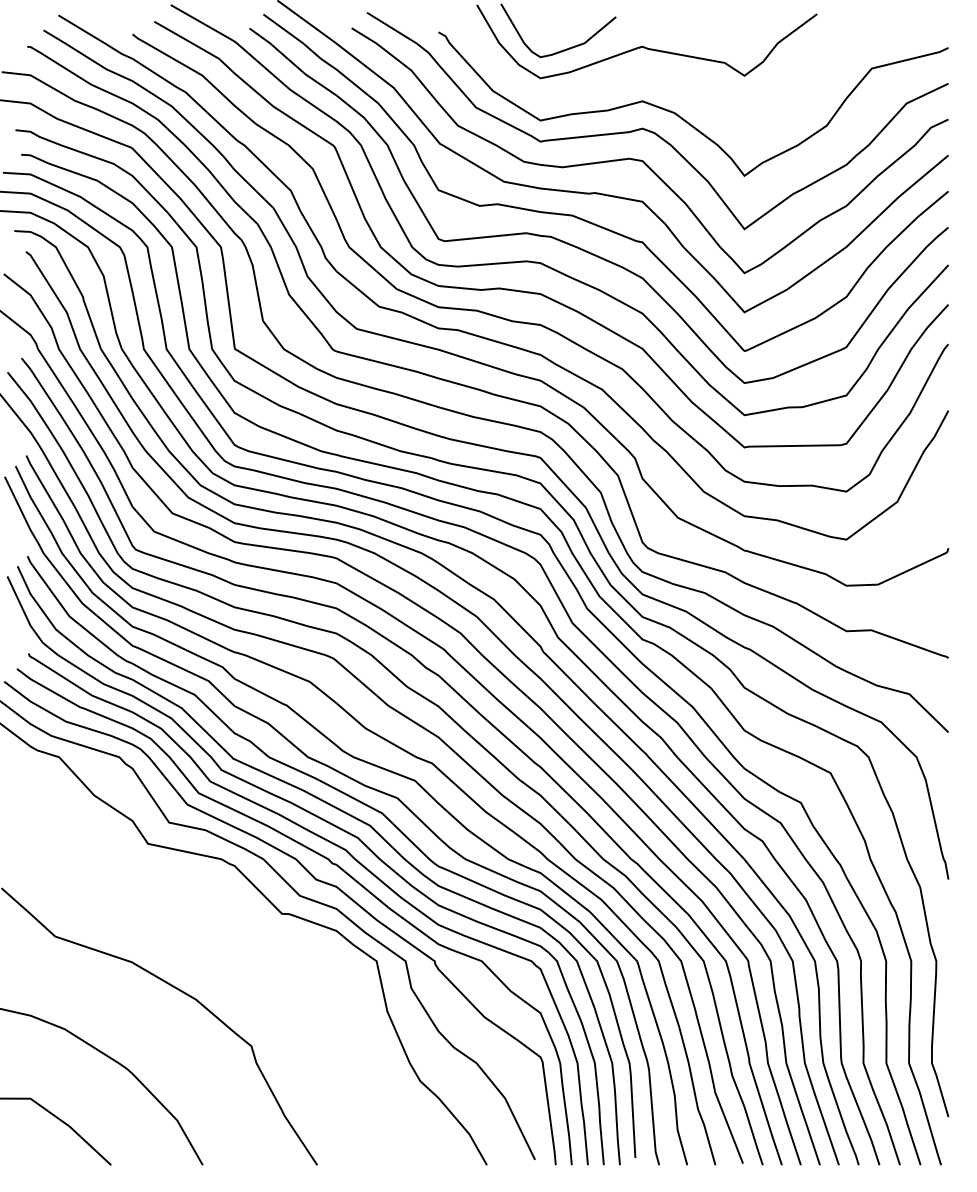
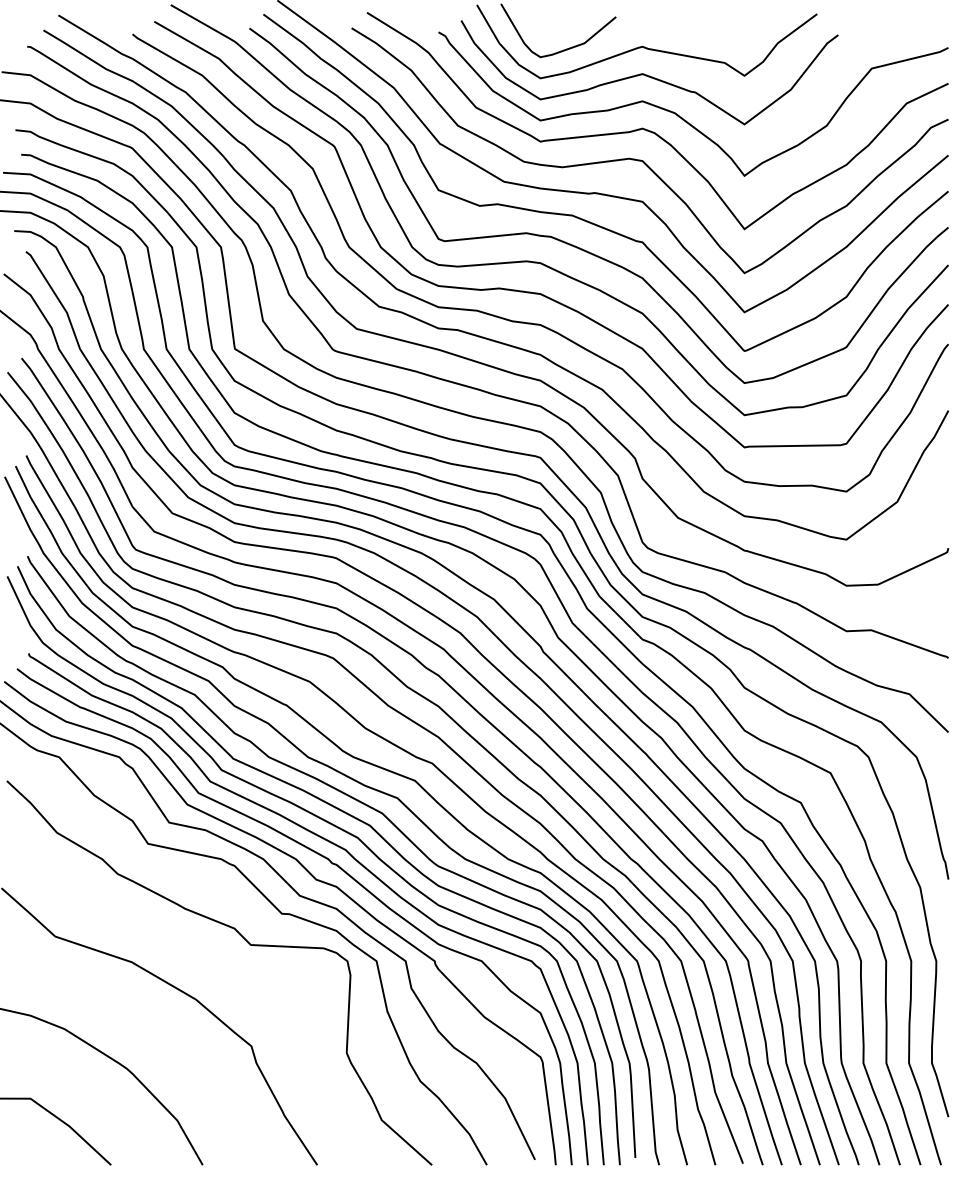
curve at (647, 74): none -> present
curve at (248, 943): none -> present
